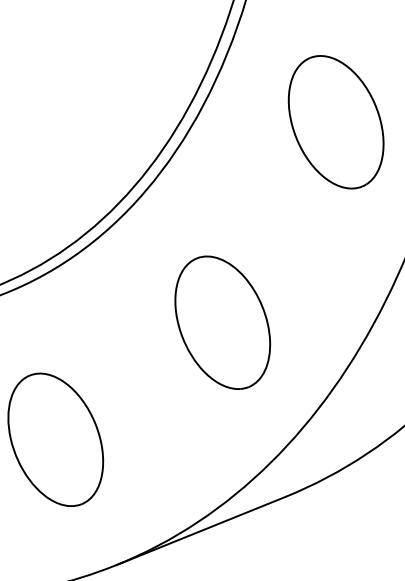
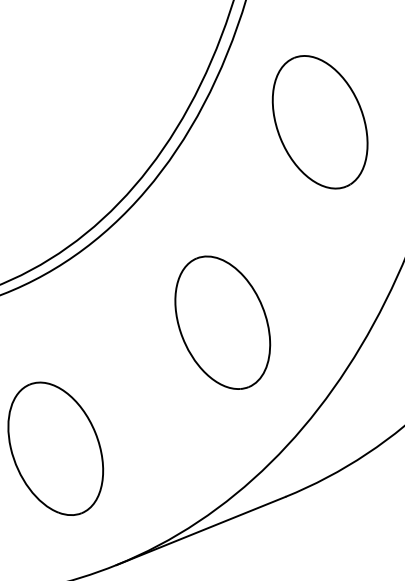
part at (335, 122) position: (335, 122) -> (319, 122)
part at (55, 439) position: (55, 439) -> (55, 448)
